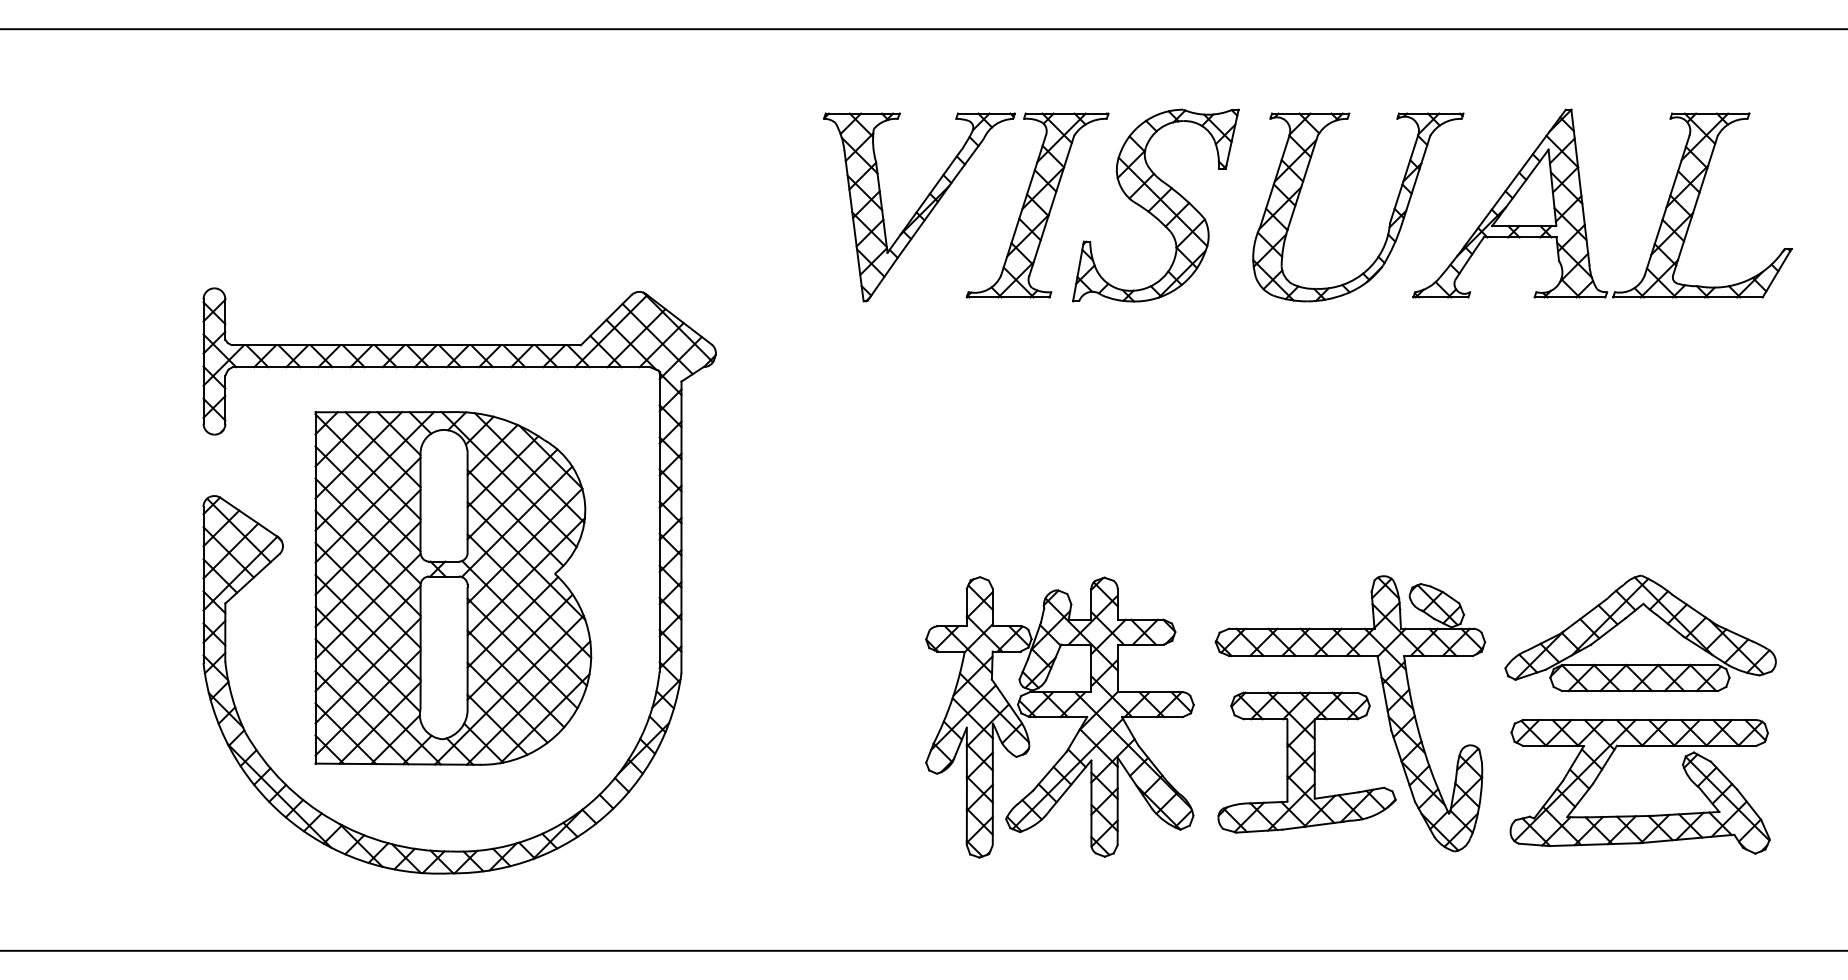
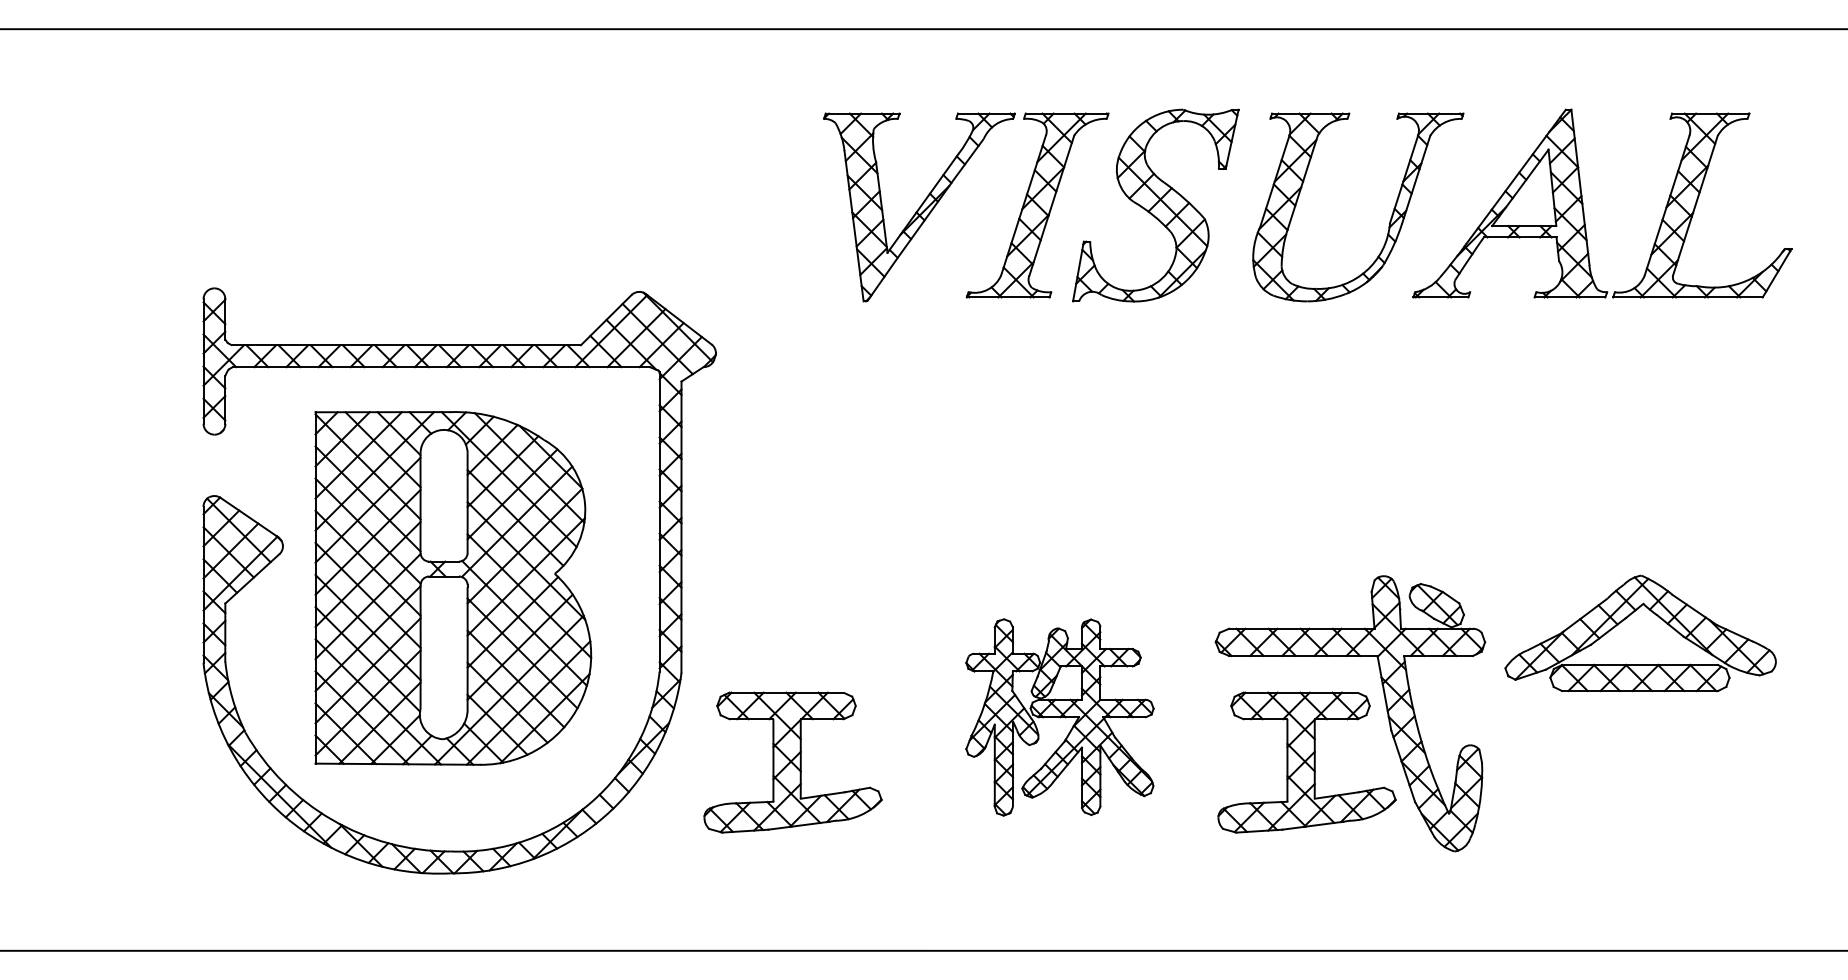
part at (1059, 717) size: 270x283 px -> 190x199 px
part at (792, 762): none -> present
part at (1639, 815): present -> none
